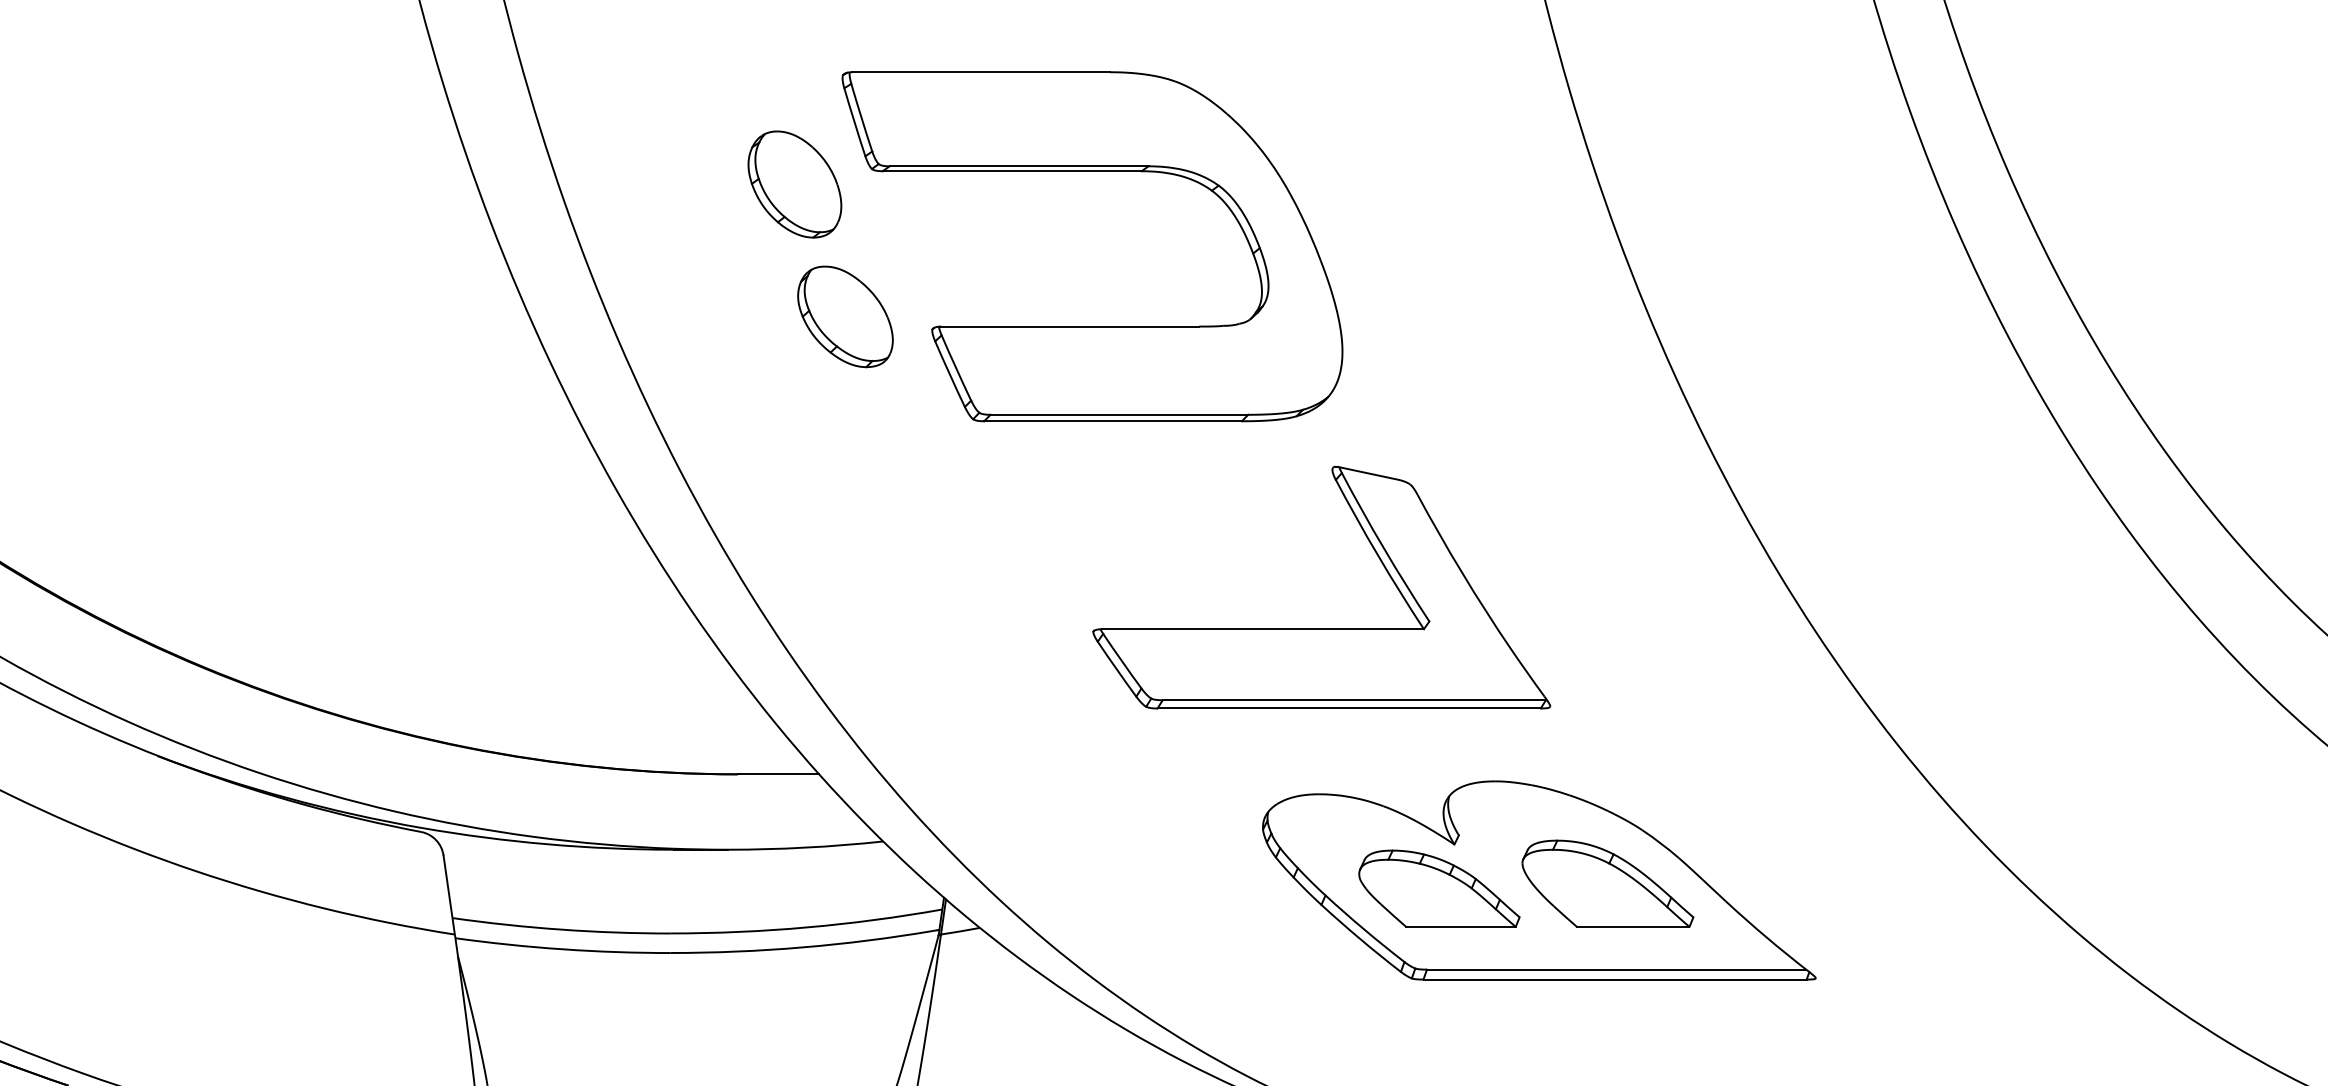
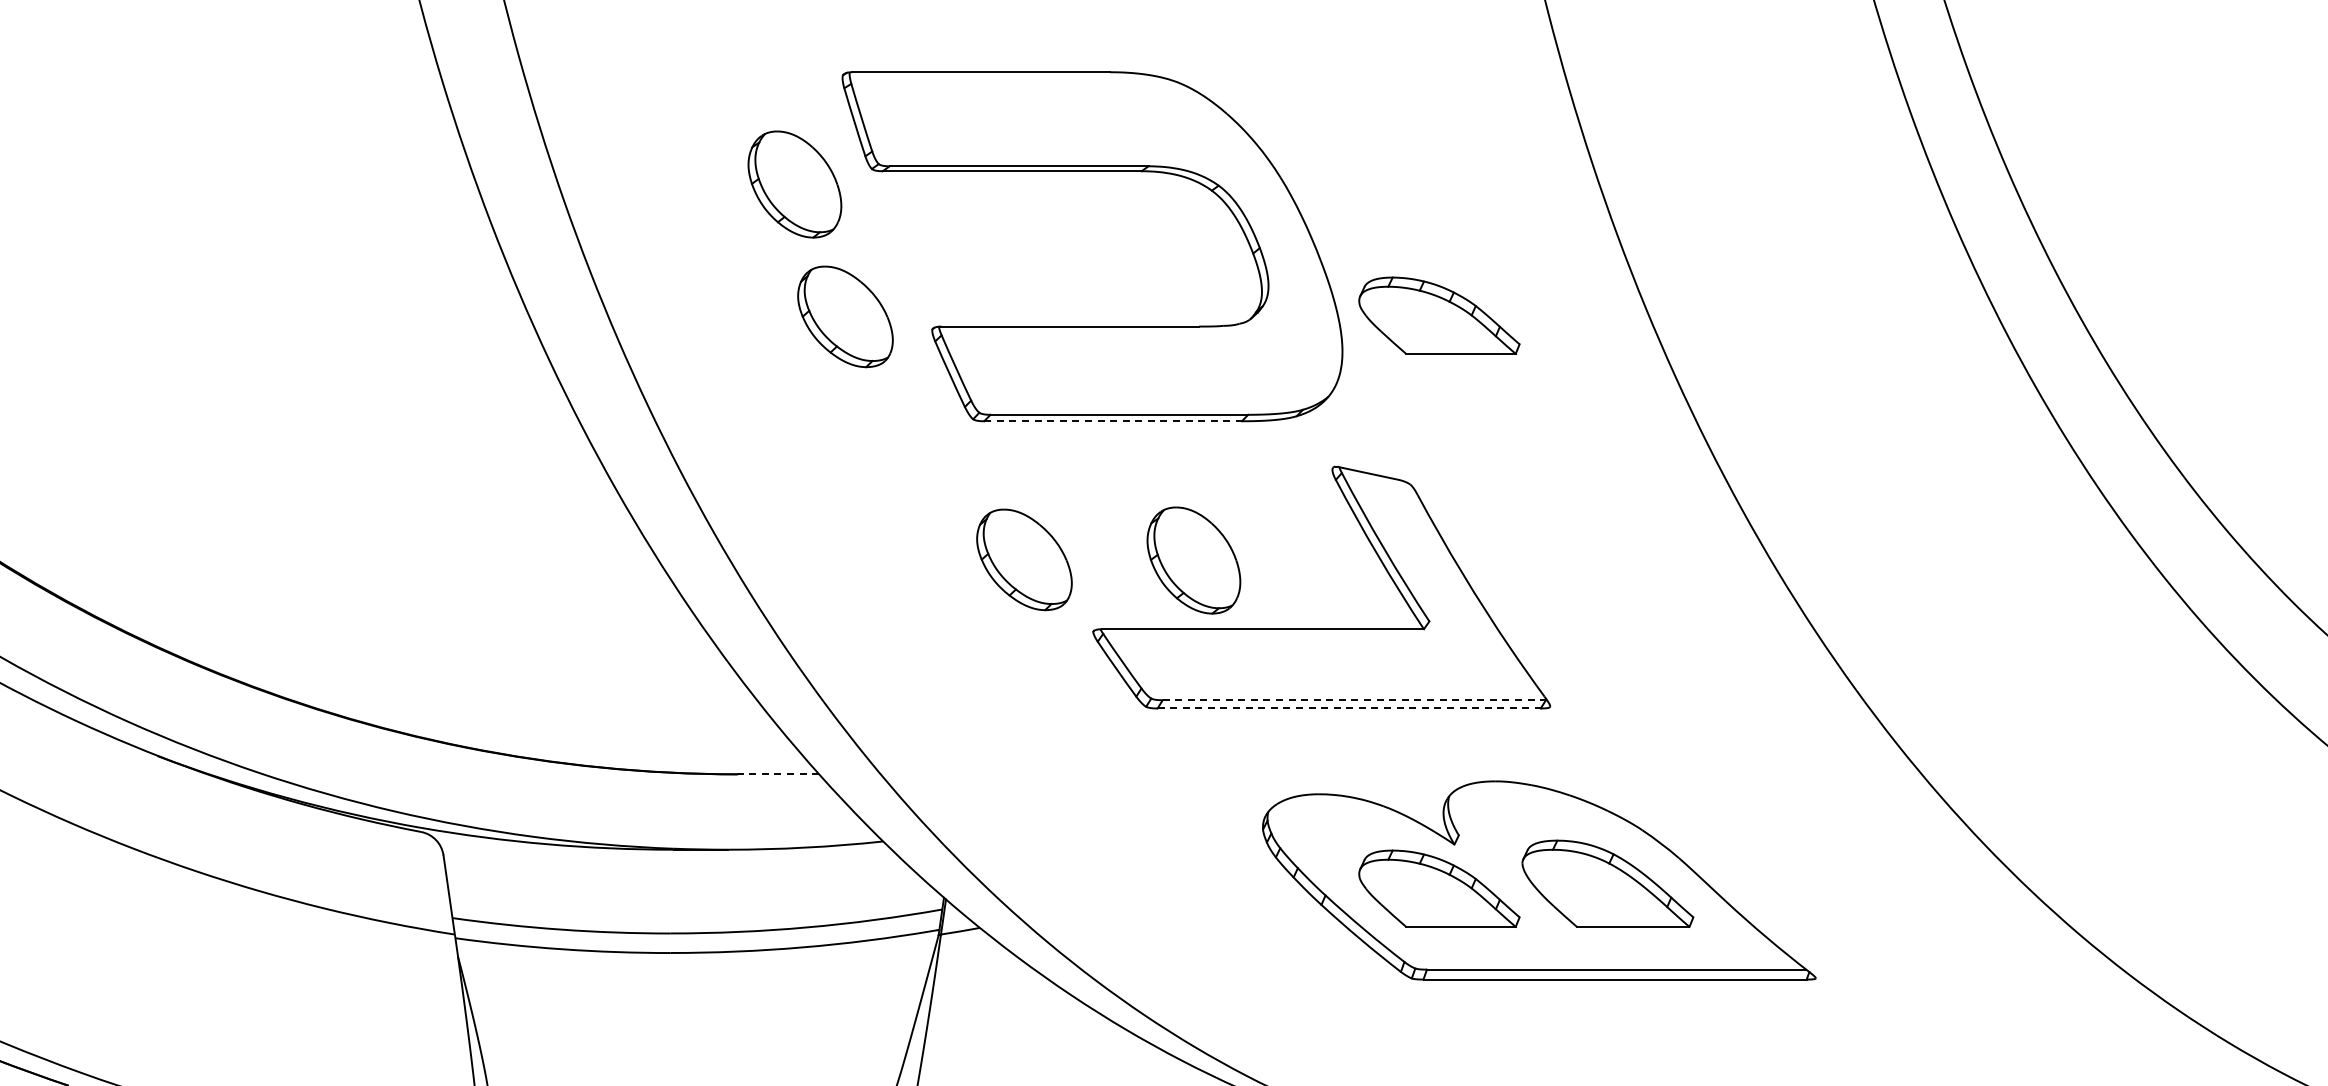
part at (1439, 315): none -> present
line at (1113, 421): solid -> dashed
part at (1024, 559): none -> present
part at (1193, 560): none -> present
line at (1354, 700): solid -> dashed
line at (1349, 708): solid -> dashed
line at (778, 774): solid -> dashed
